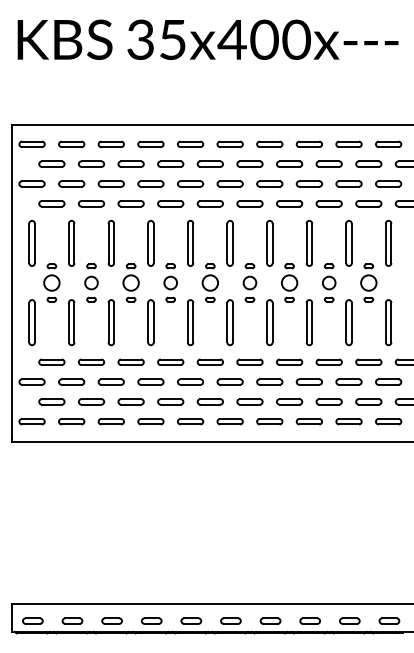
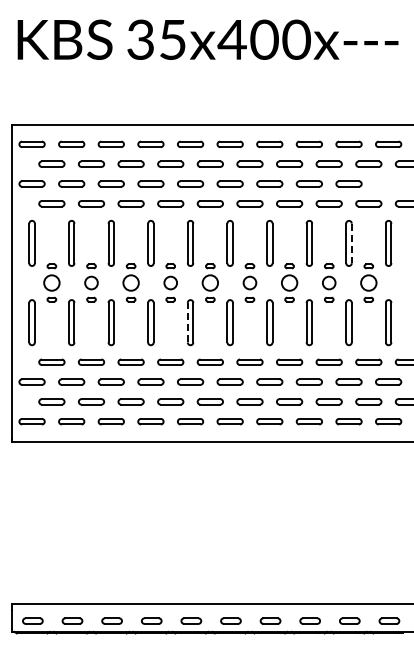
part at (388, 183): present -> none
line at (351, 243): solid -> dashed
line at (187, 322): solid -> dashed
